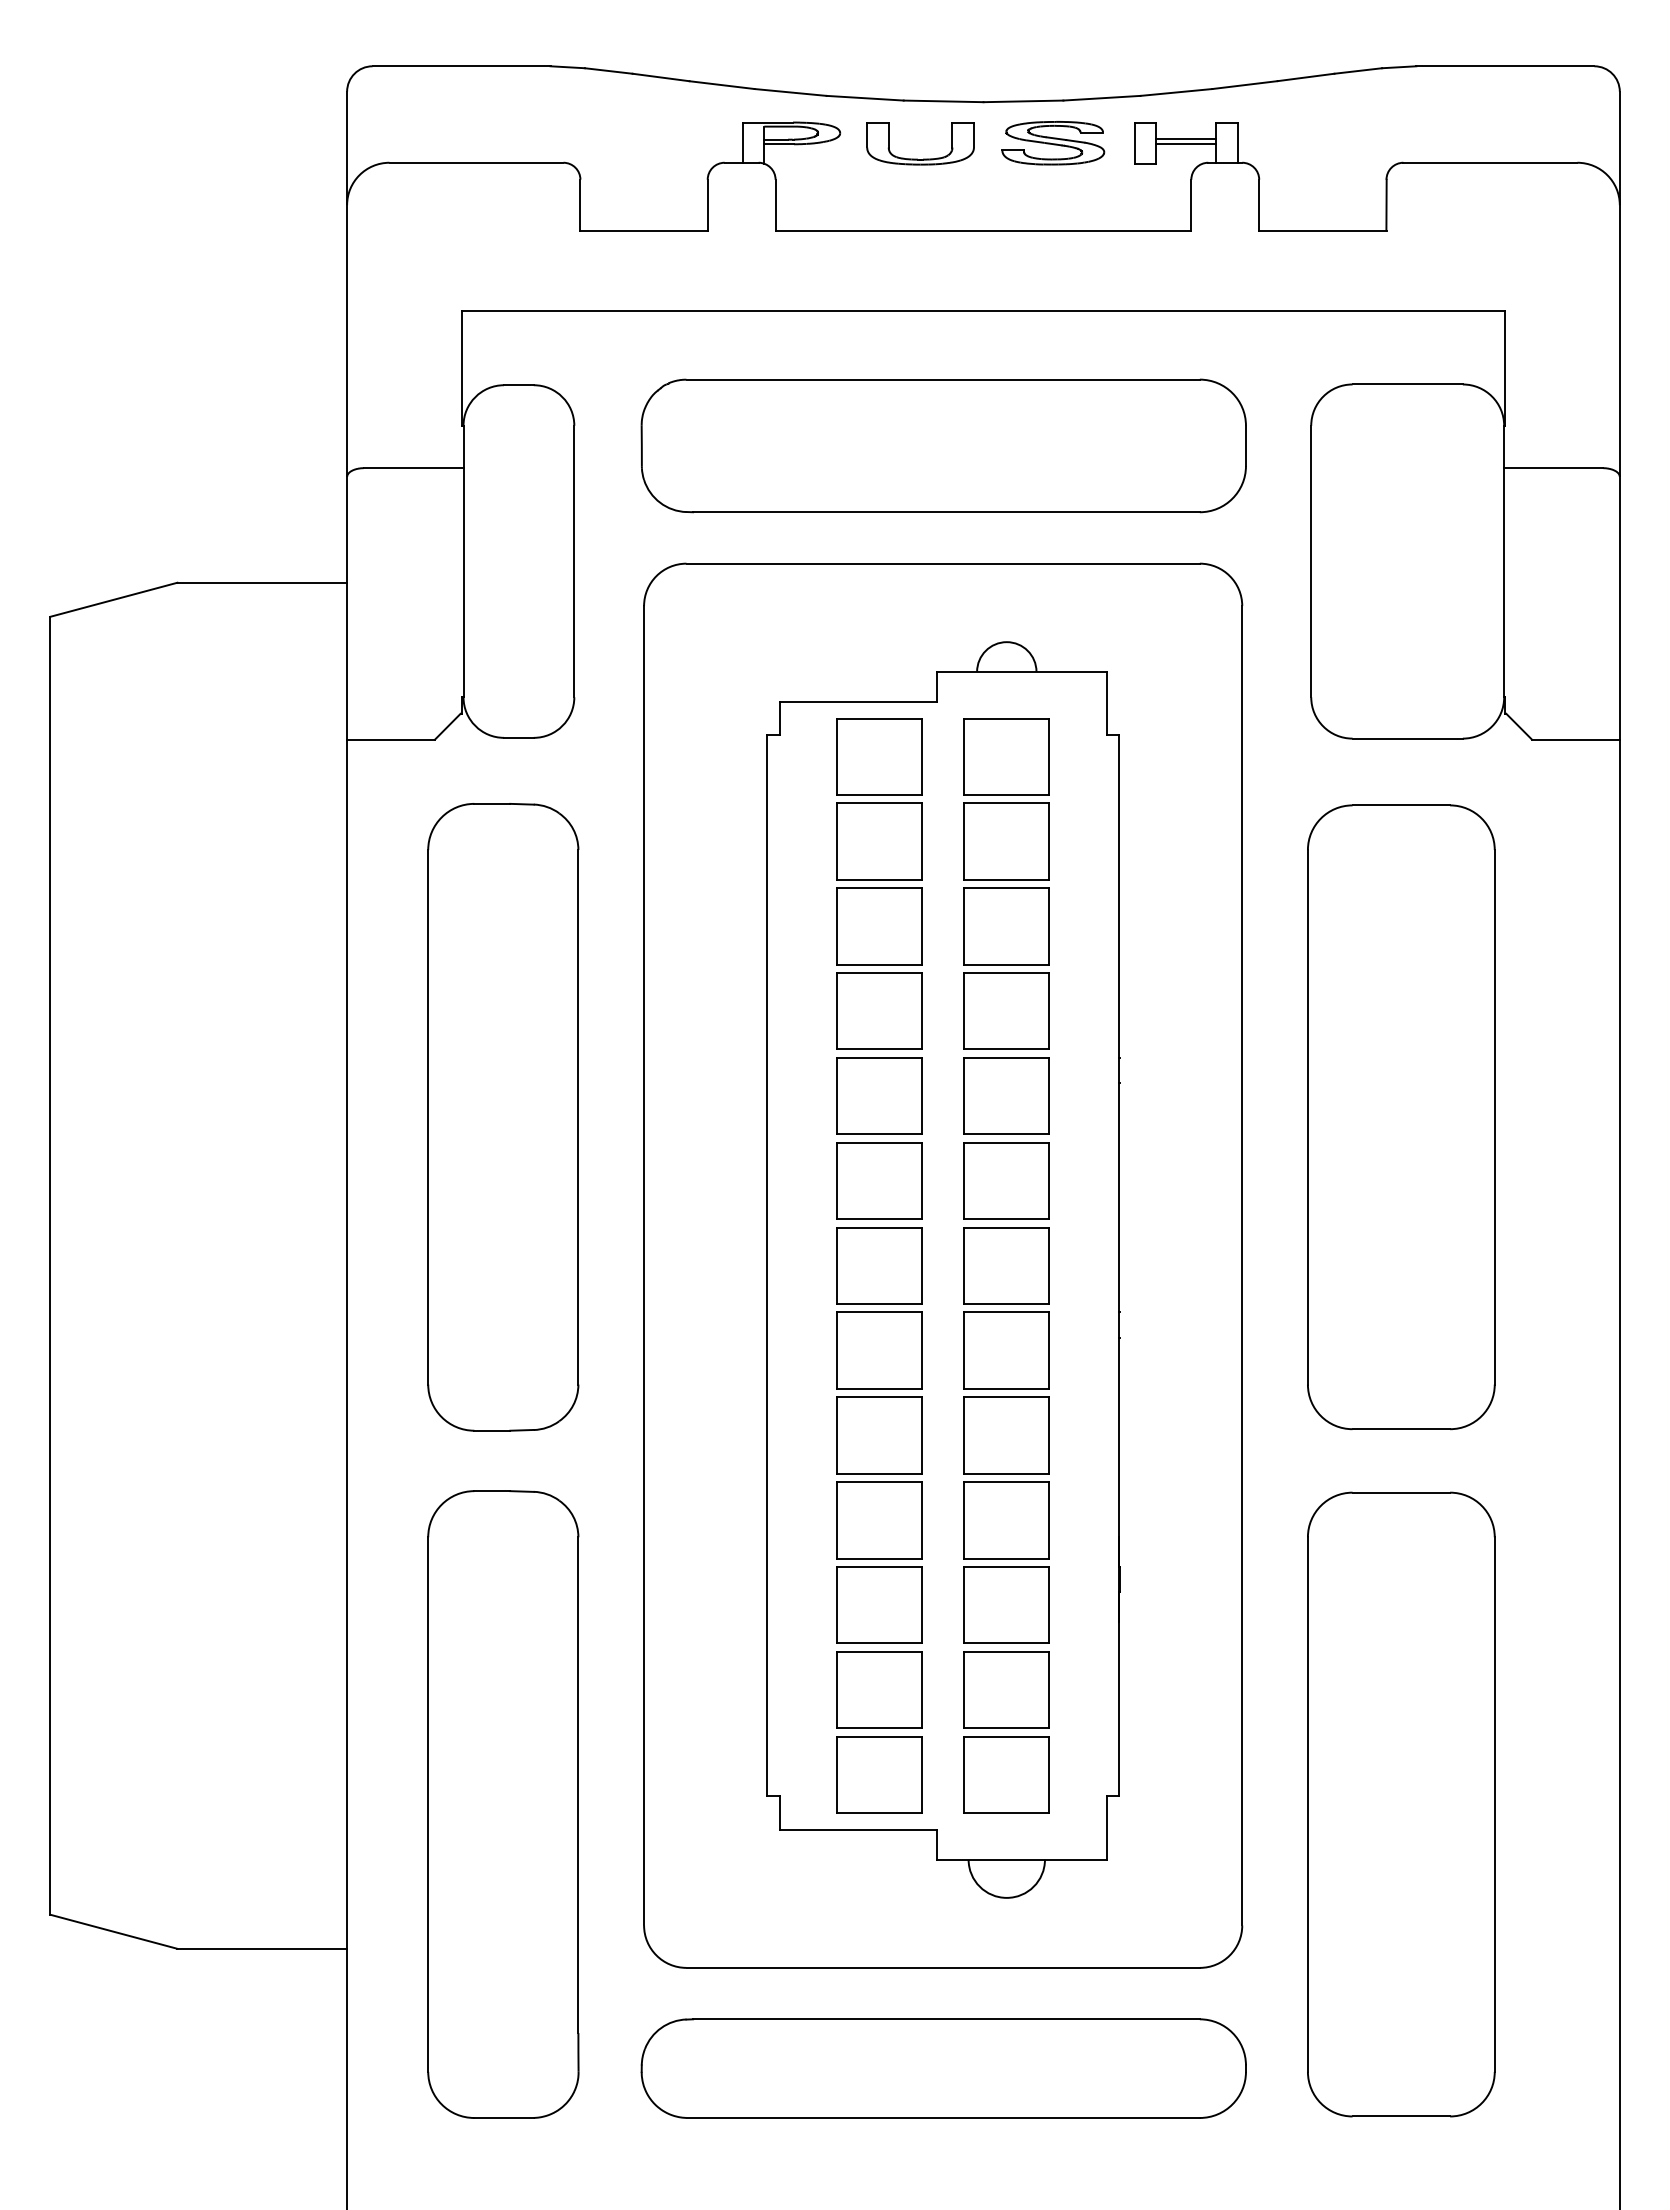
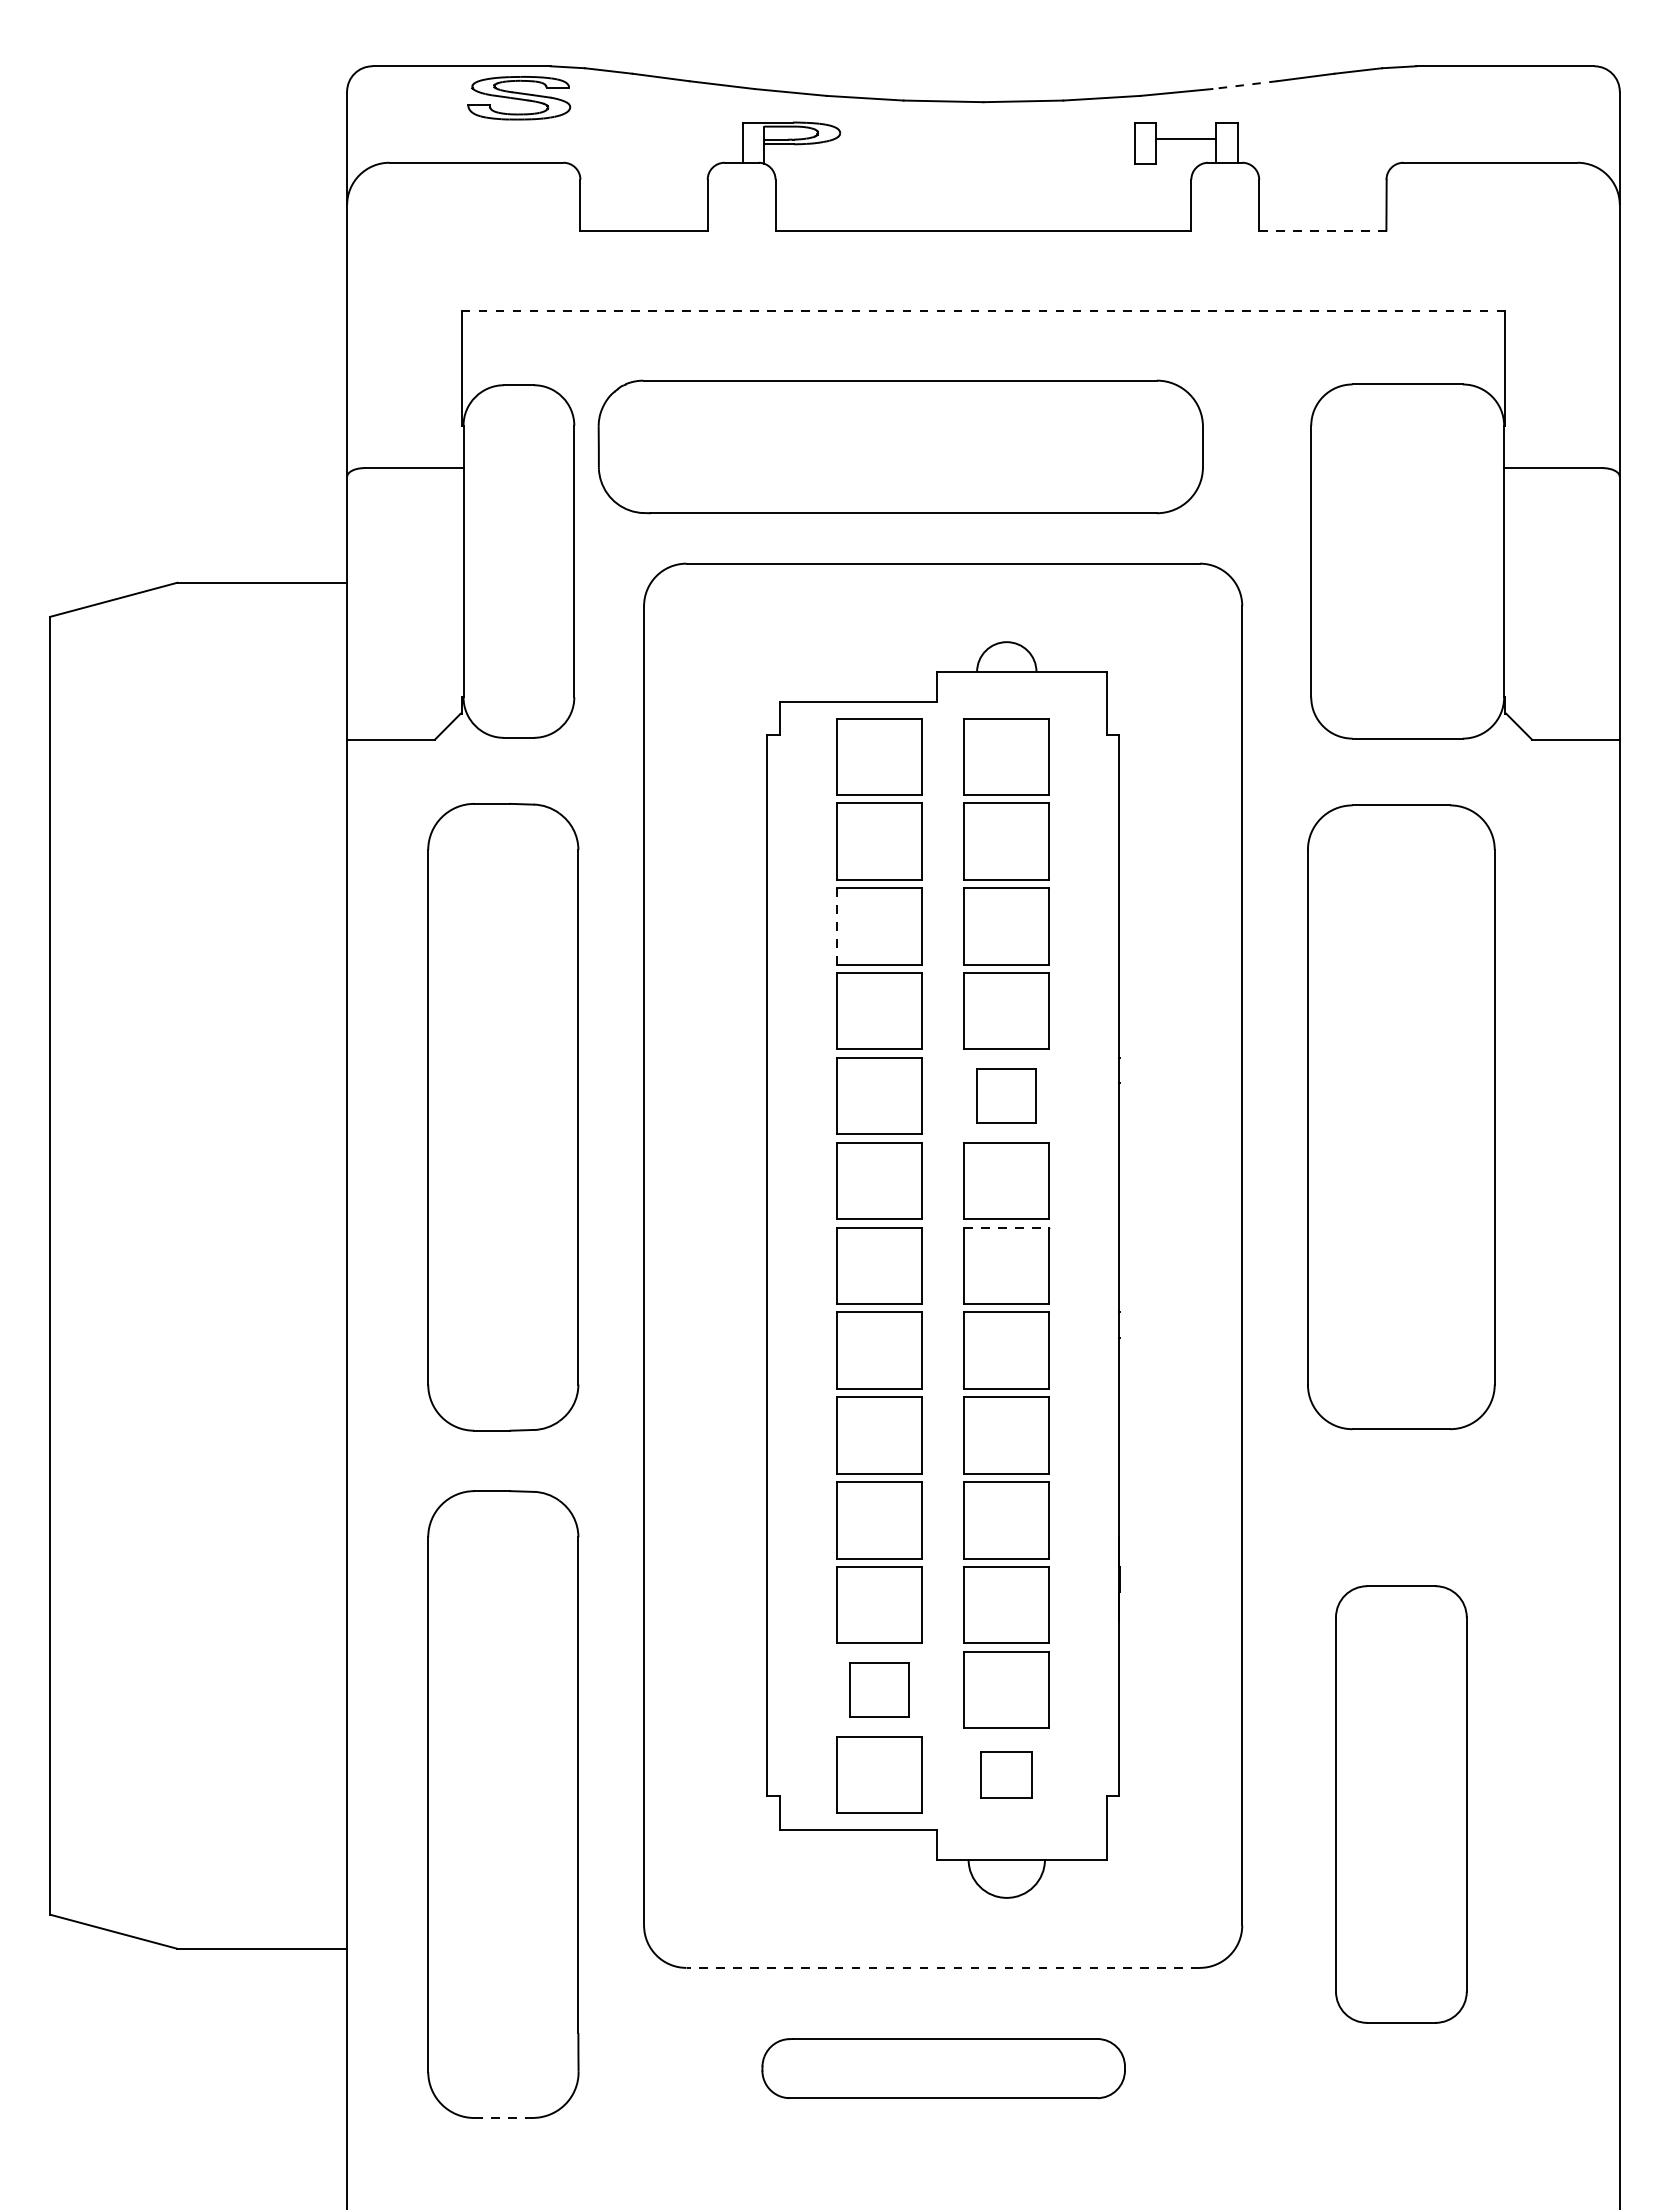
line at (1245, 85): solid -> dashed
part at (1053, 143) position: (1053, 143) -> (519, 98)
line at (1185, 143): present -> none
part at (917, 158): present -> none
line at (1322, 230): solid -> dashed
line at (983, 311): solid -> dashed
part at (943, 445) position: (943, 445) -> (900, 446)
line at (837, 925): solid -> dashed
part at (1006, 1095) size: 87x78 px -> 61x56 px
line at (1007, 1227): solid -> dashed
part at (879, 1689) size: 87x78 px -> 61x56 px
part at (1006, 1774) size: 87x78 px -> 53x48 px
part at (1401, 1804) size: 189x627 px -> 133x439 px
line at (943, 1967): solid -> dashed
part at (943, 2068) size: 607x101 px -> 365x61 px
line at (504, 2117): solid -> dashed
